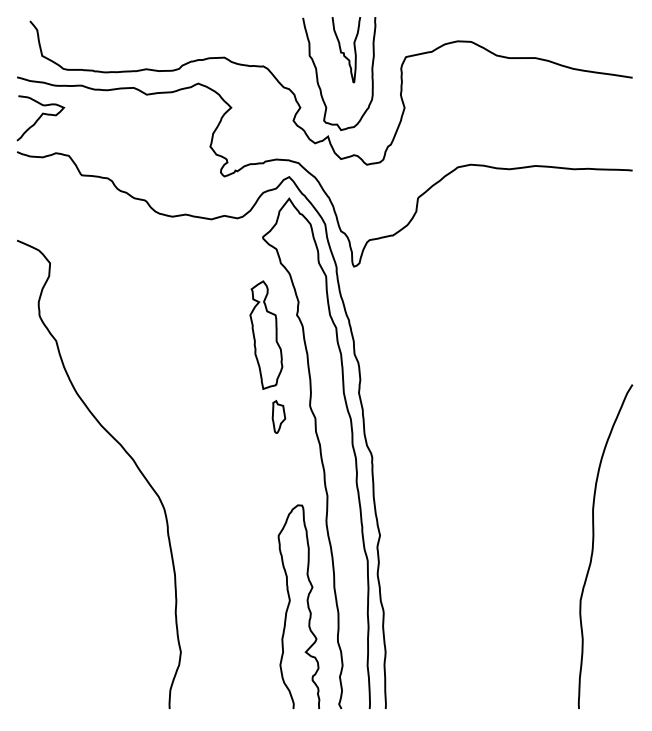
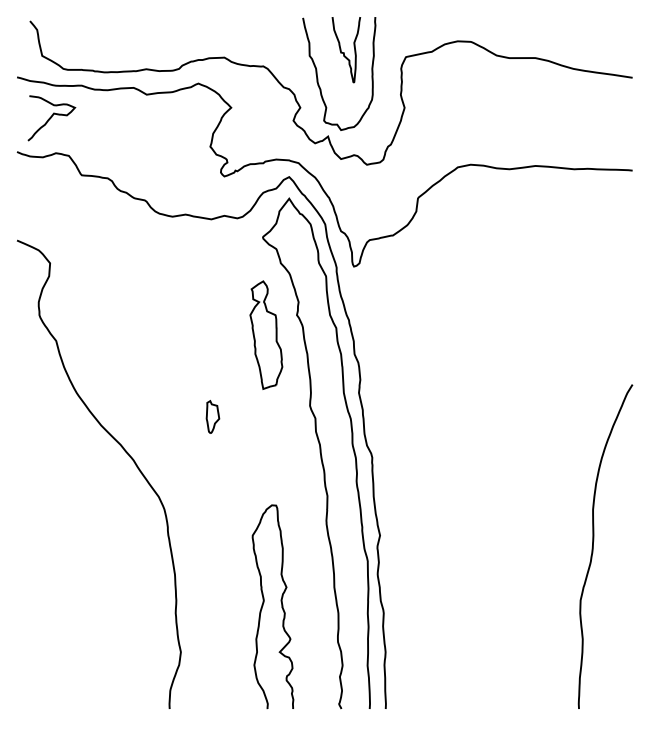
curve at (40, 118) position: (40, 118) -> (51, 118)
part at (278, 416) position: (278, 416) -> (212, 416)
curve at (290, 602) position: (290, 602) -> (264, 602)
